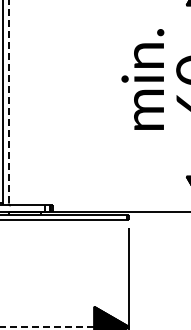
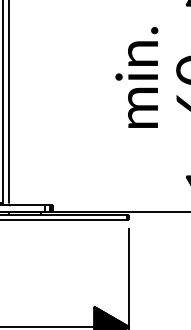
text at (142, 79) position: (142, 79) -> (136, 77)
line at (8, 101): dashed -> solid
line at (47, 327): dashed -> solid
